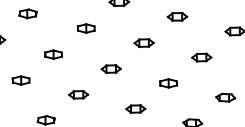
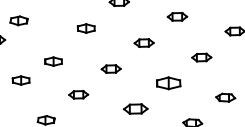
part at (27, 13) position: (27, 13) -> (18, 20)
part at (53, 54) position: (53, 54) -> (53, 61)
part at (168, 83) size: 19x11 px -> 26x15 px
part at (135, 108) size: 22x10 px -> 27x12 px
